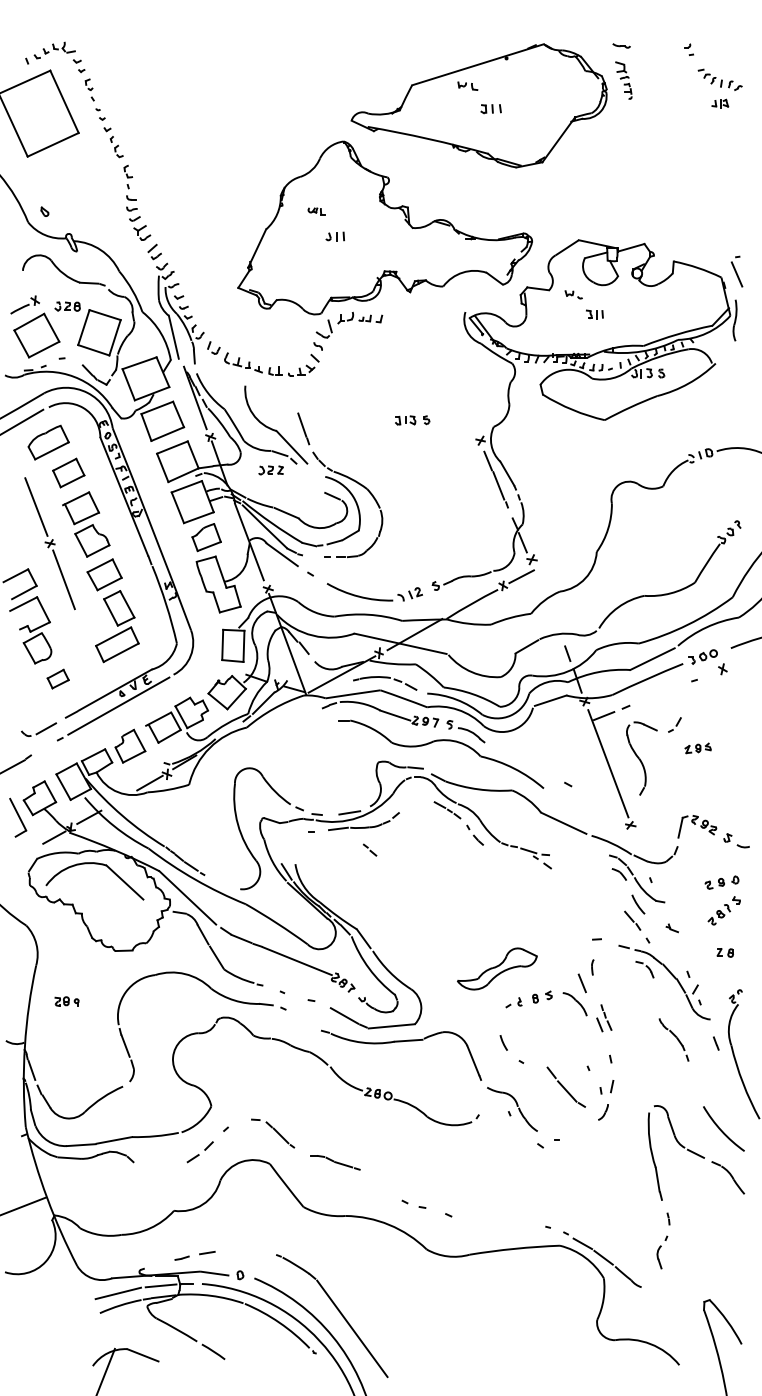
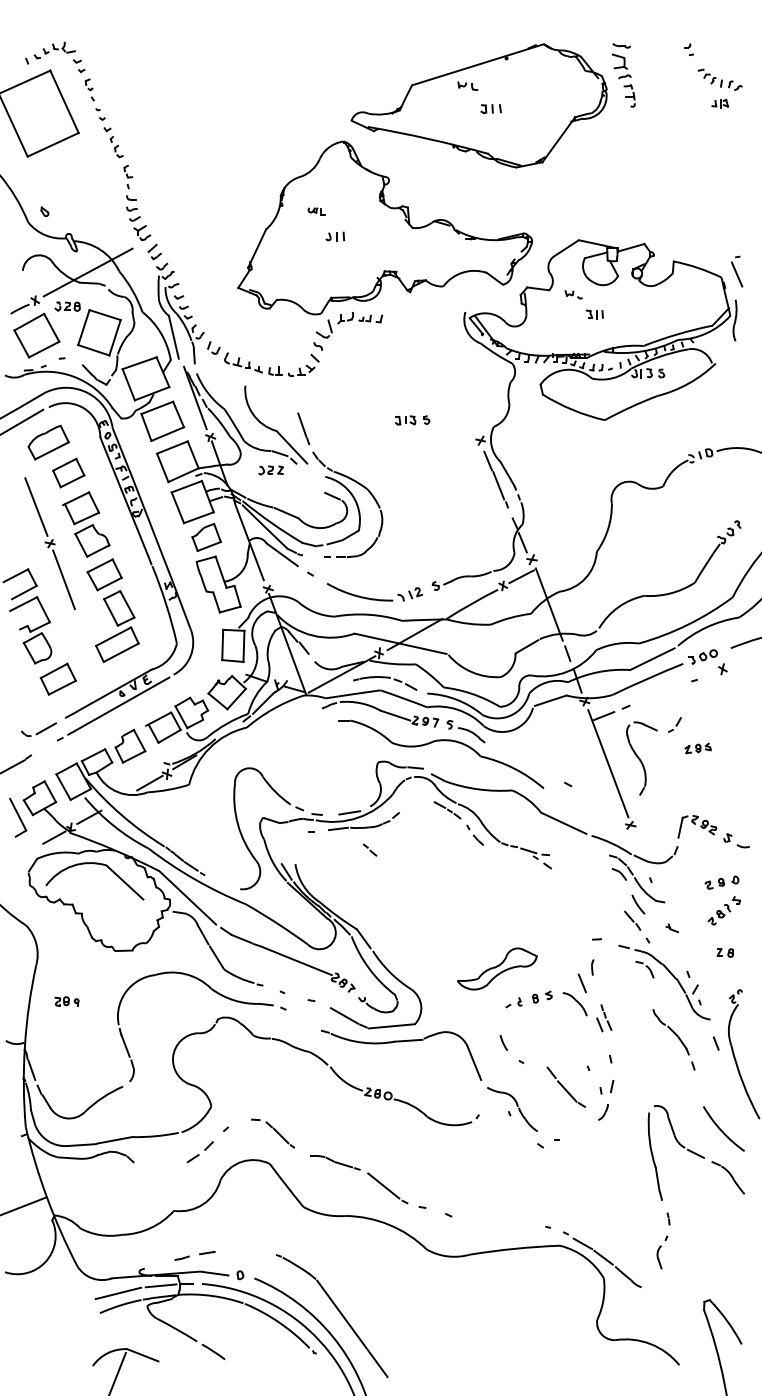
part at (623, 80) size: 18x39 px -> 24x55 px
line at (87, 272): none -> present
line at (548, 604): none -> present
part at (57, 678) size: 24x22 px -> 38x34 px
part at (673, 1039) size: 32x44 px -> 44x62 px
line at (383, 1185): none -> present
line at (105, 1370) position: (105, 1370) -> (117, 1372)
